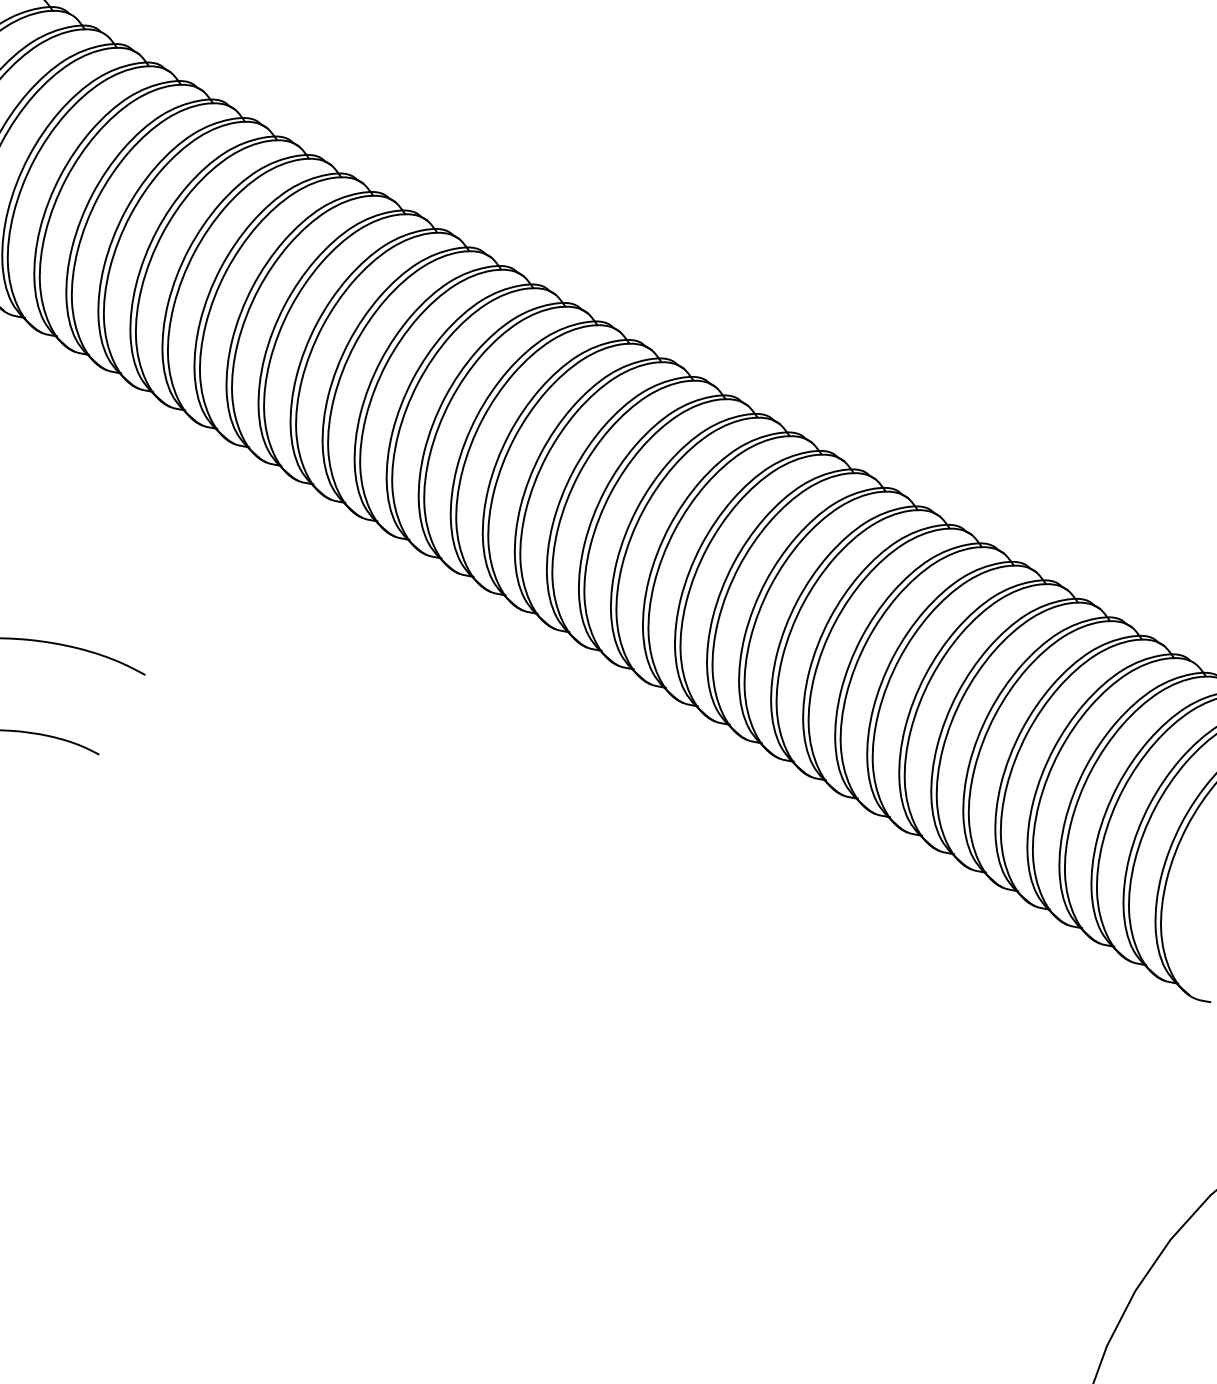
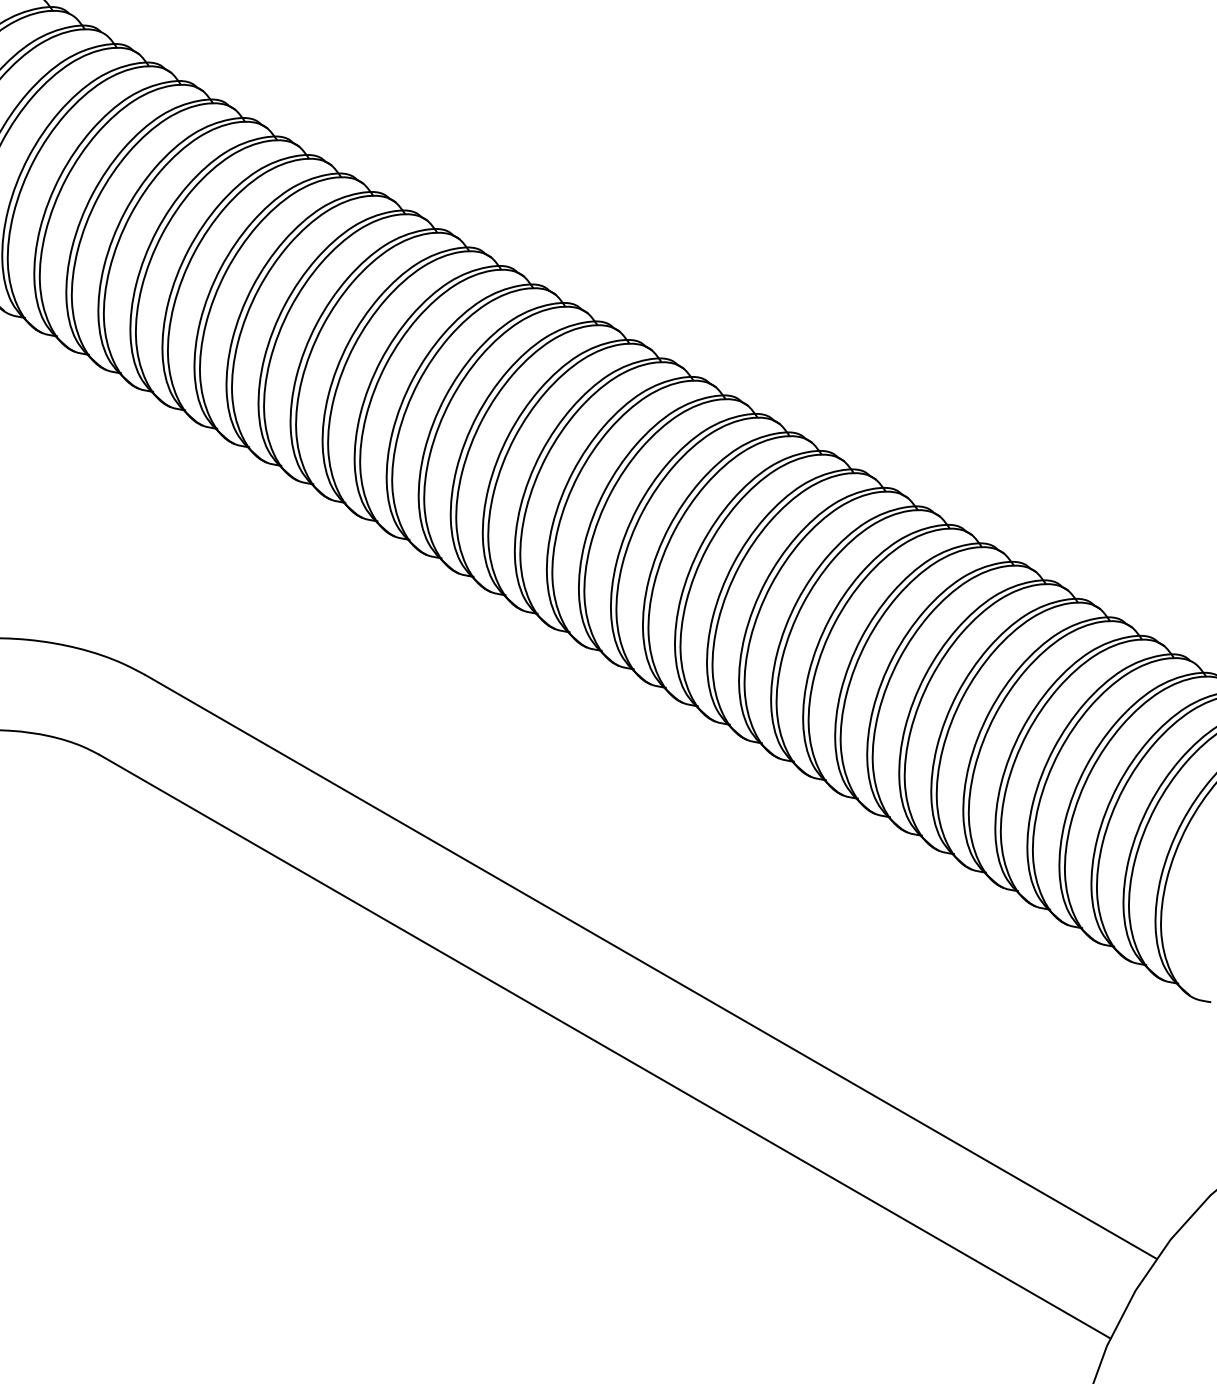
line at (650, 966): none -> present
line at (604, 1046): none -> present
